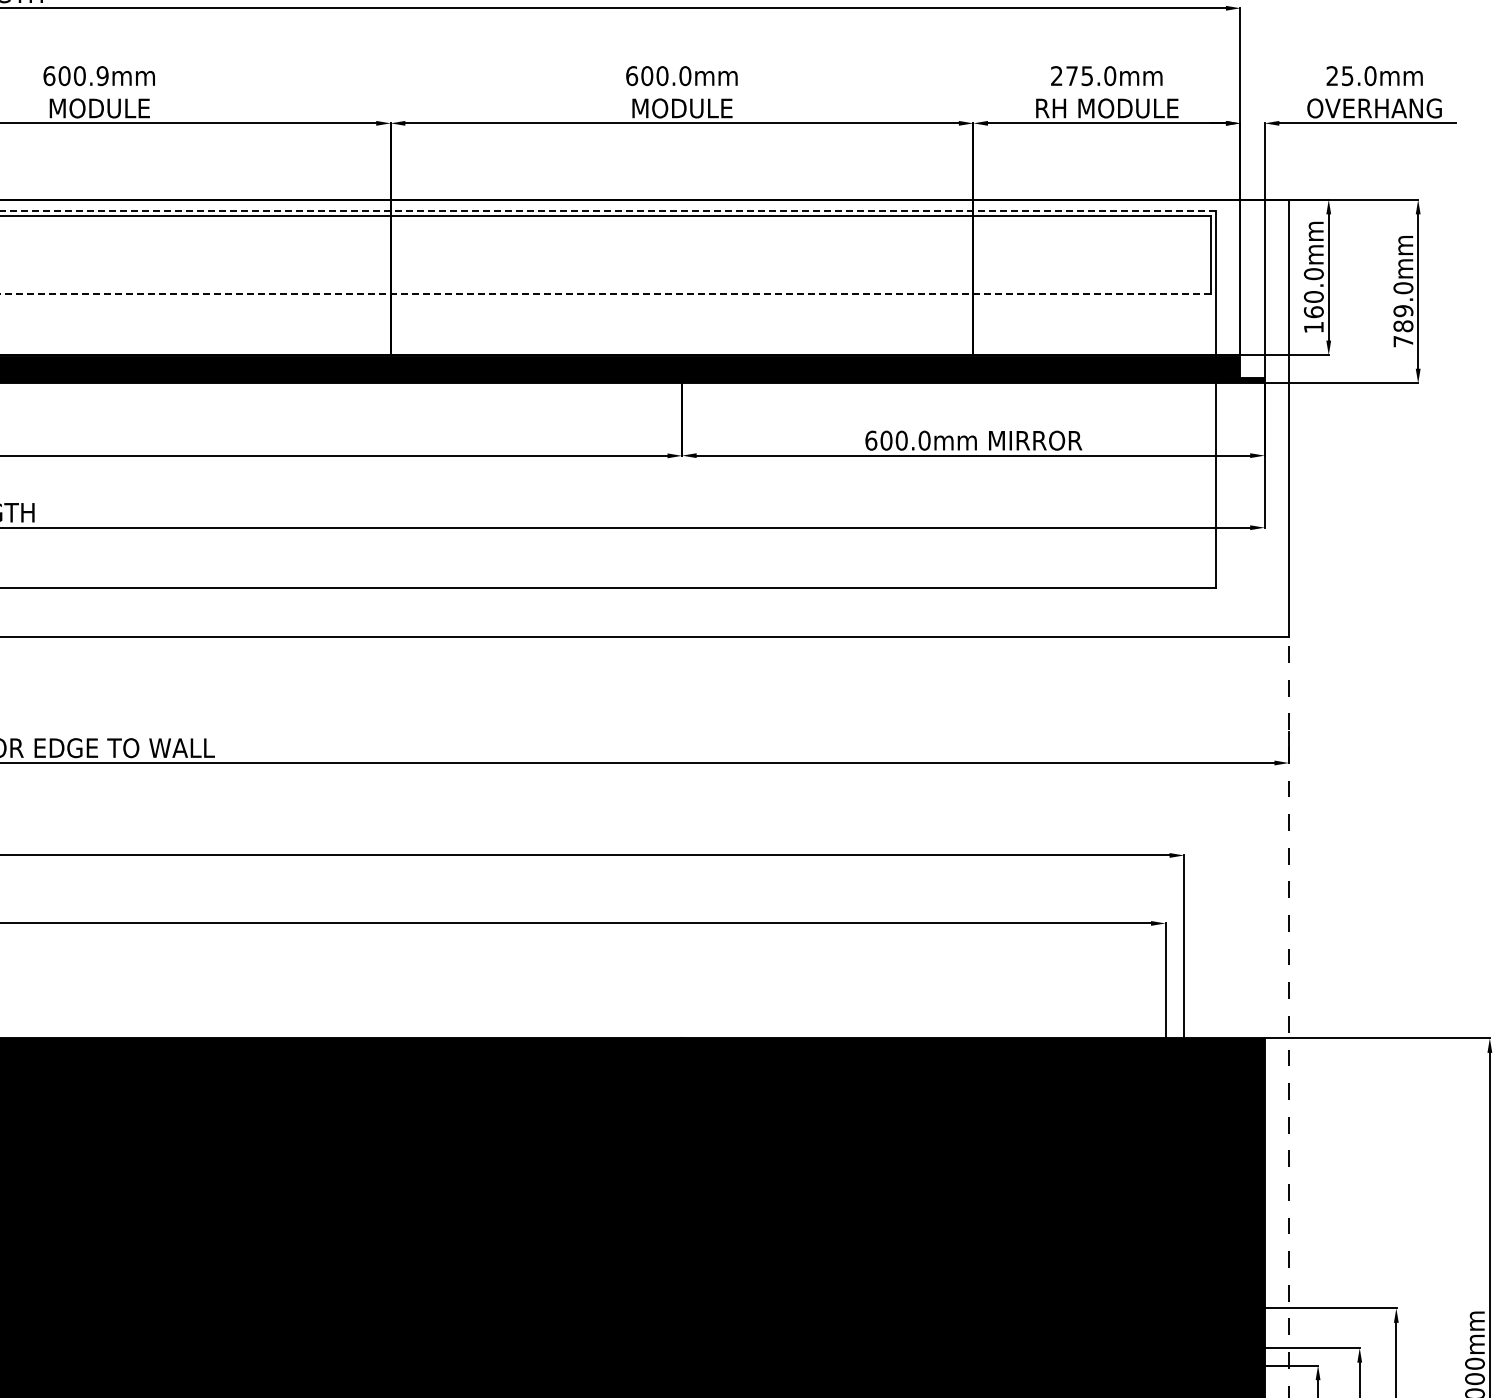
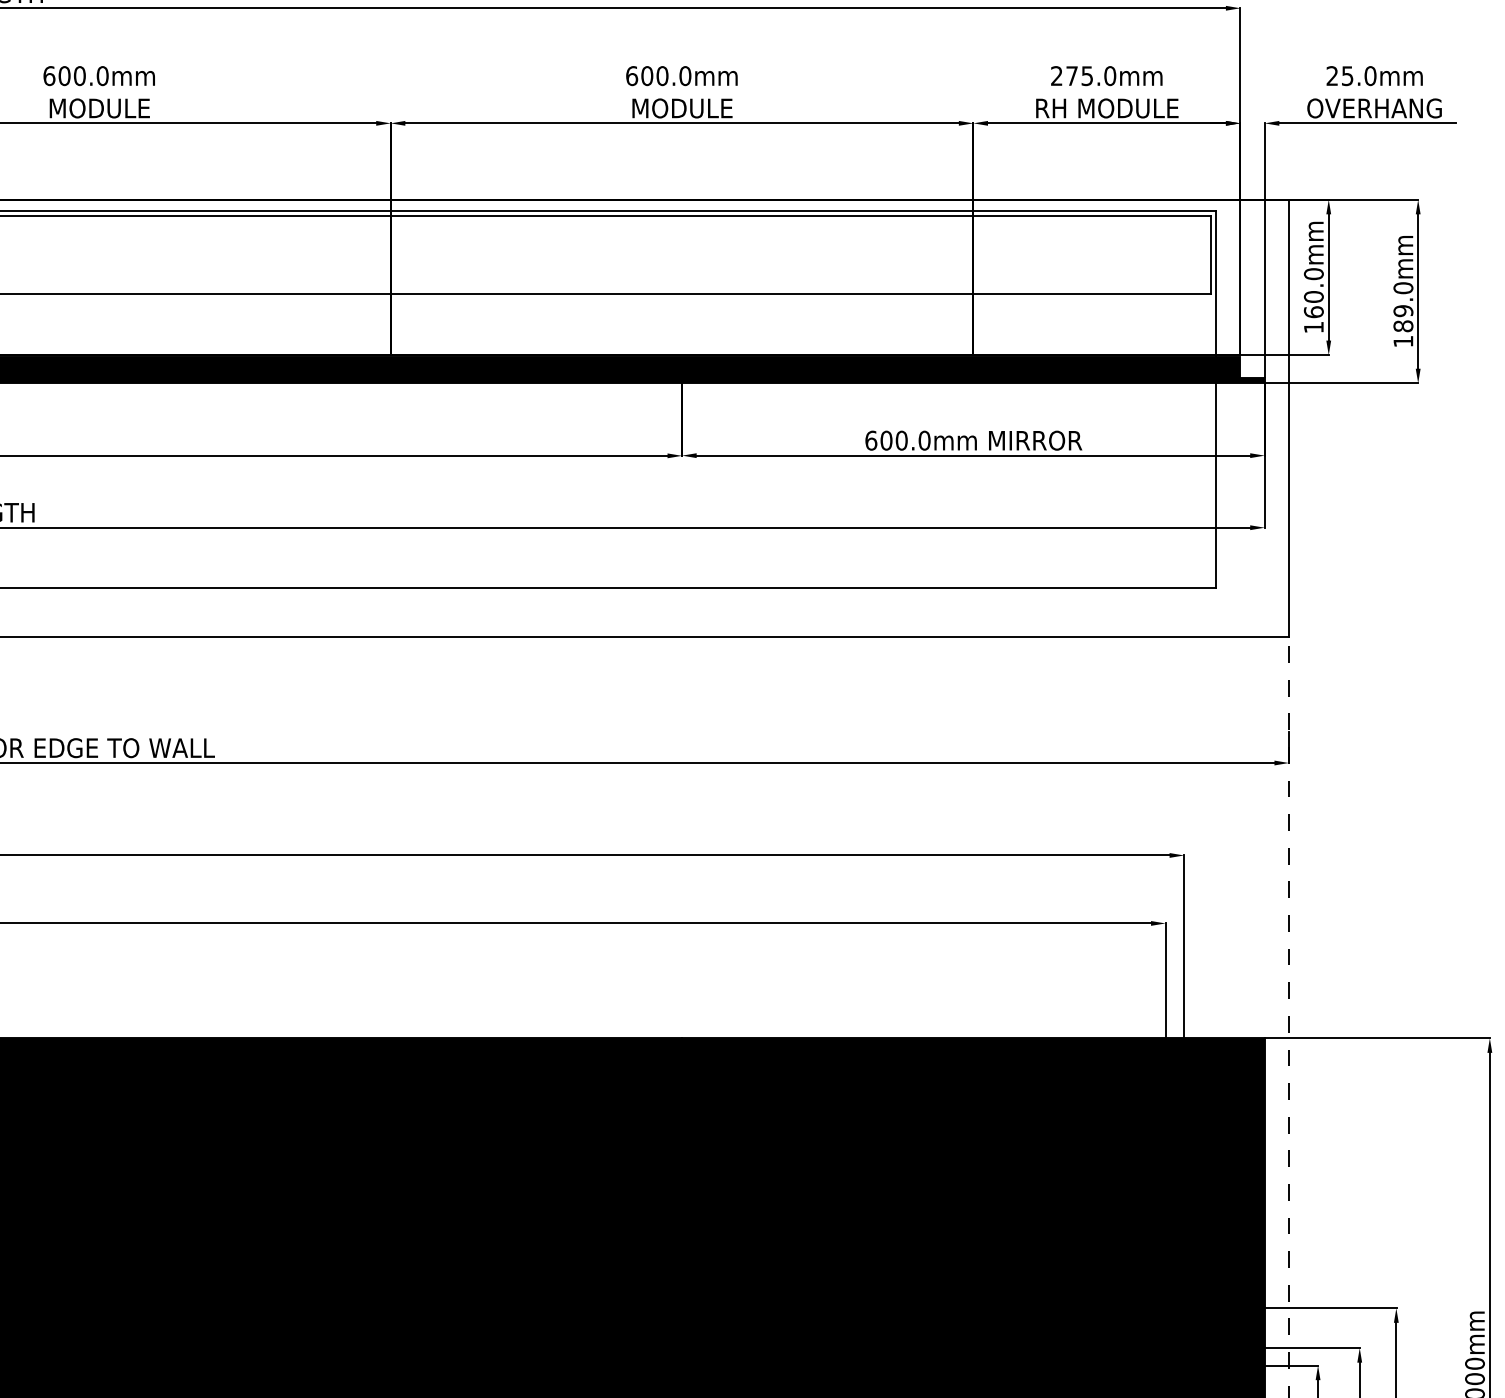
text at (102, 76): 600.9mm -> 600.0mm
line at (608, 211): dashed -> solid
line at (605, 294): dashed -> solid
text at (1403, 341): 789.0mm -> 189.0mm
